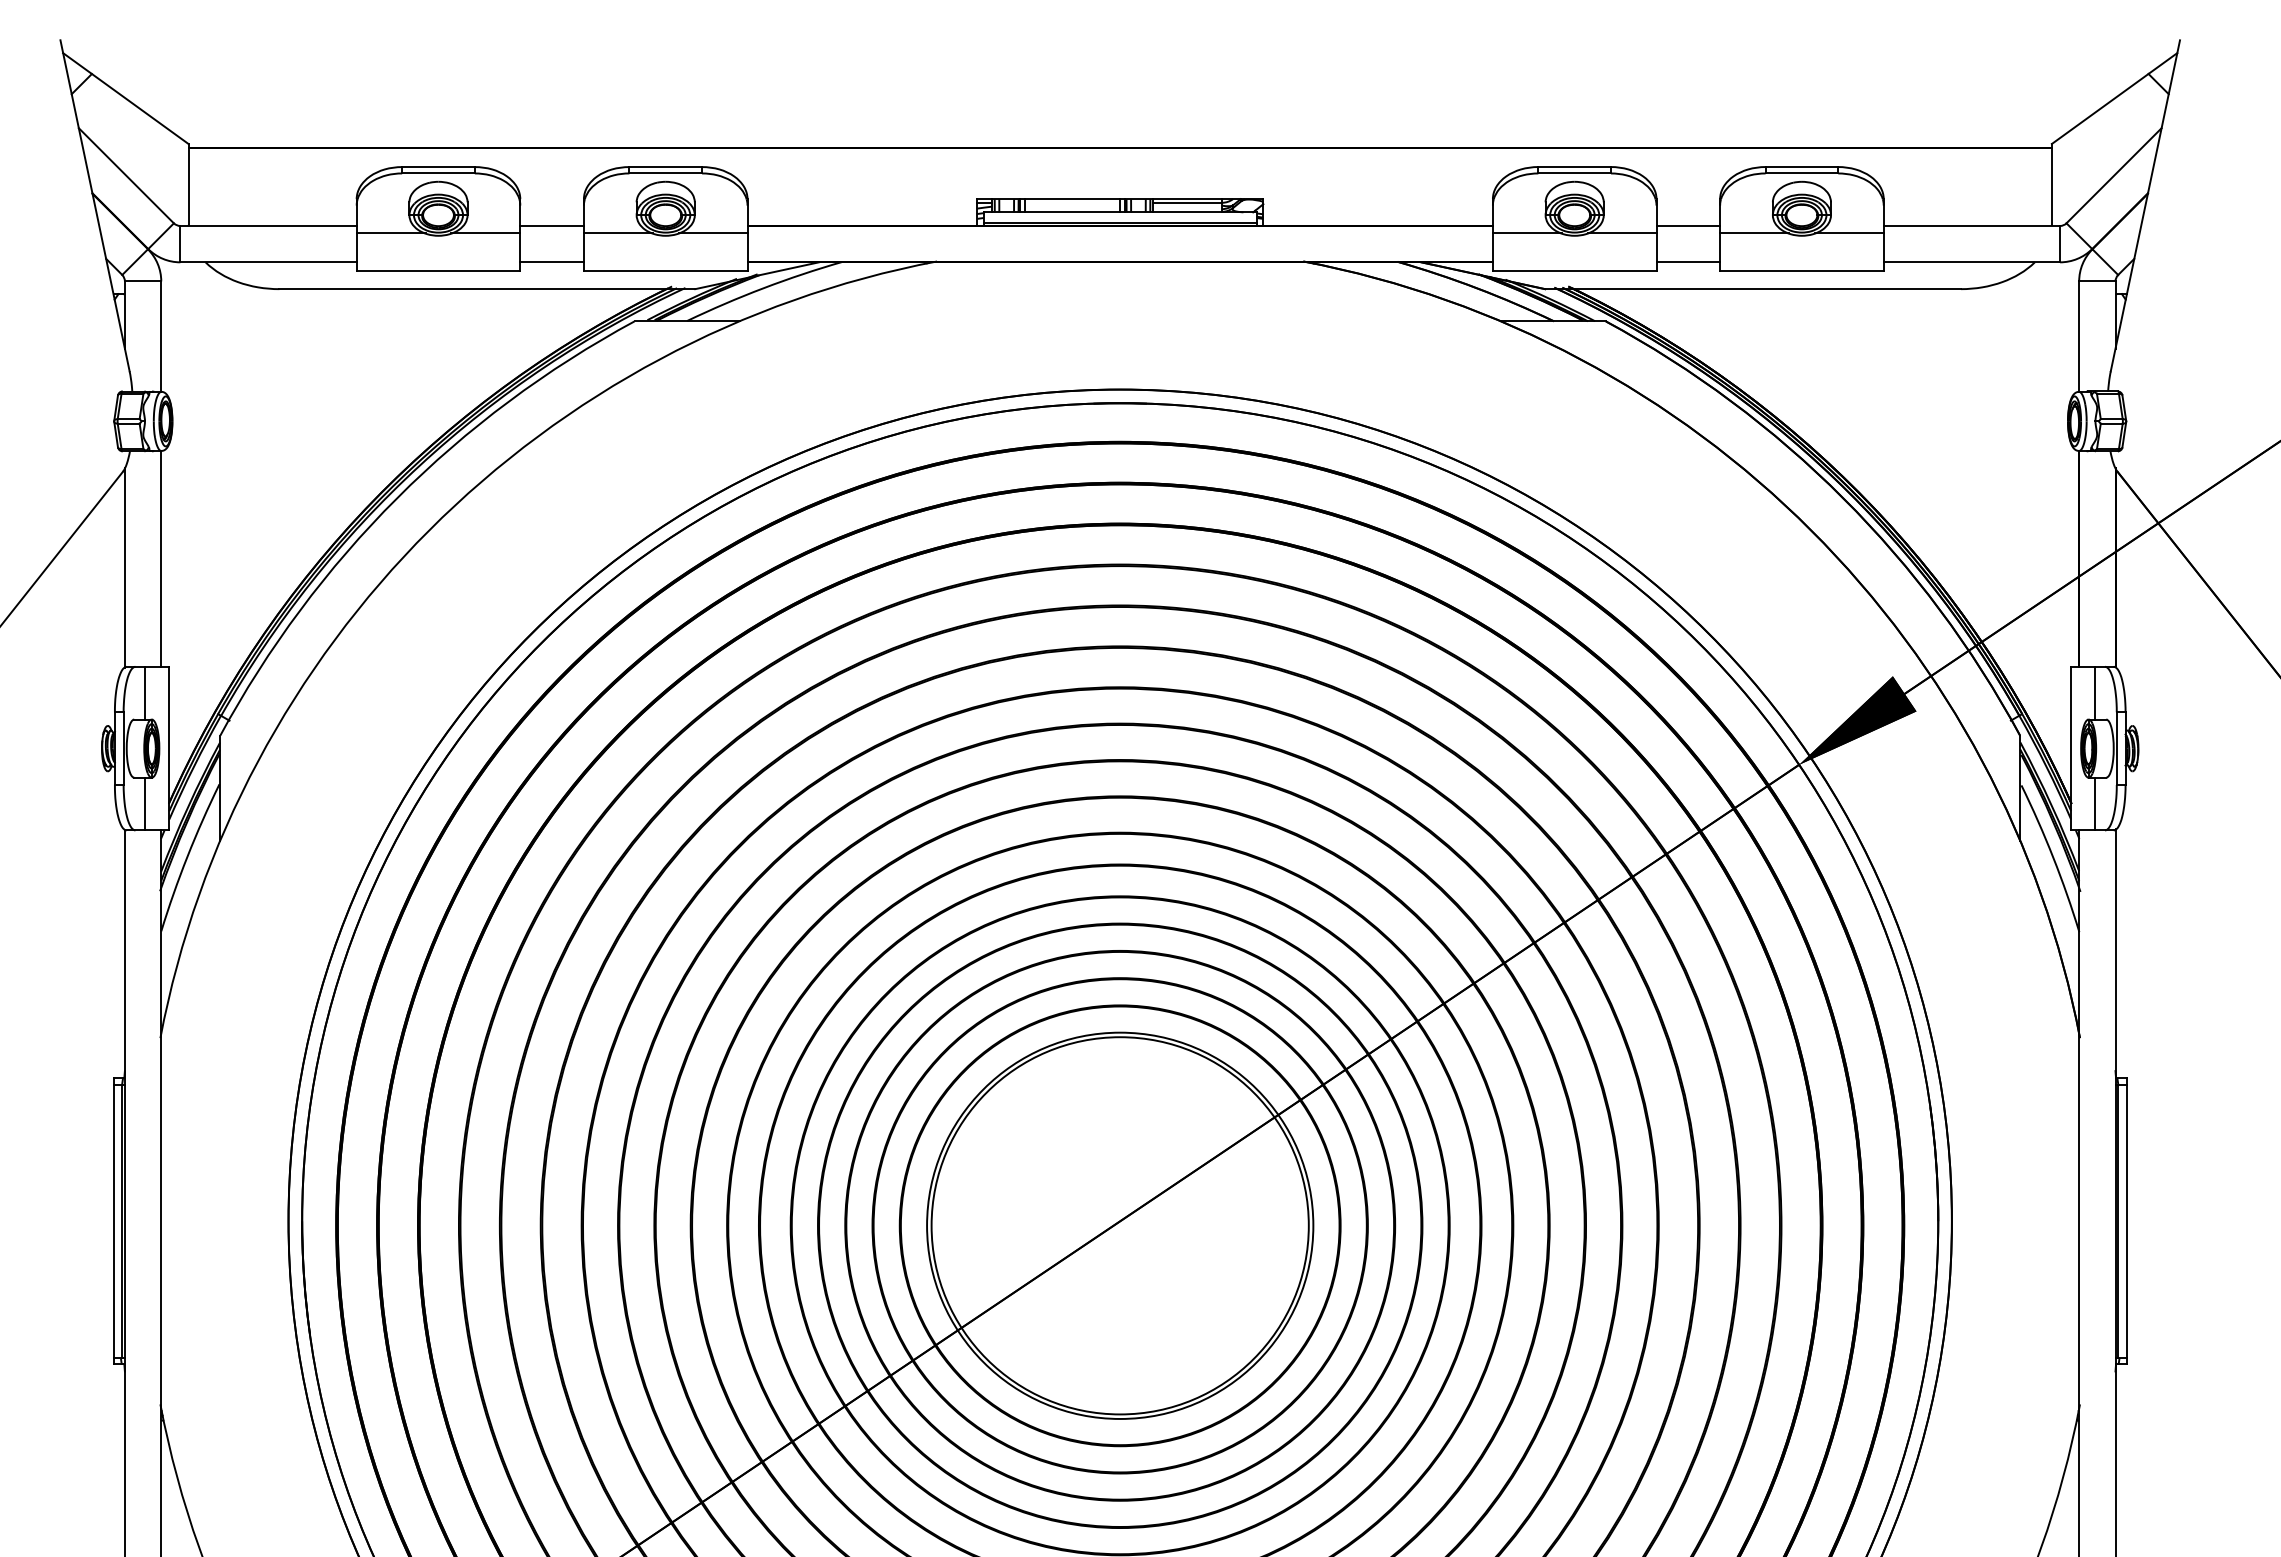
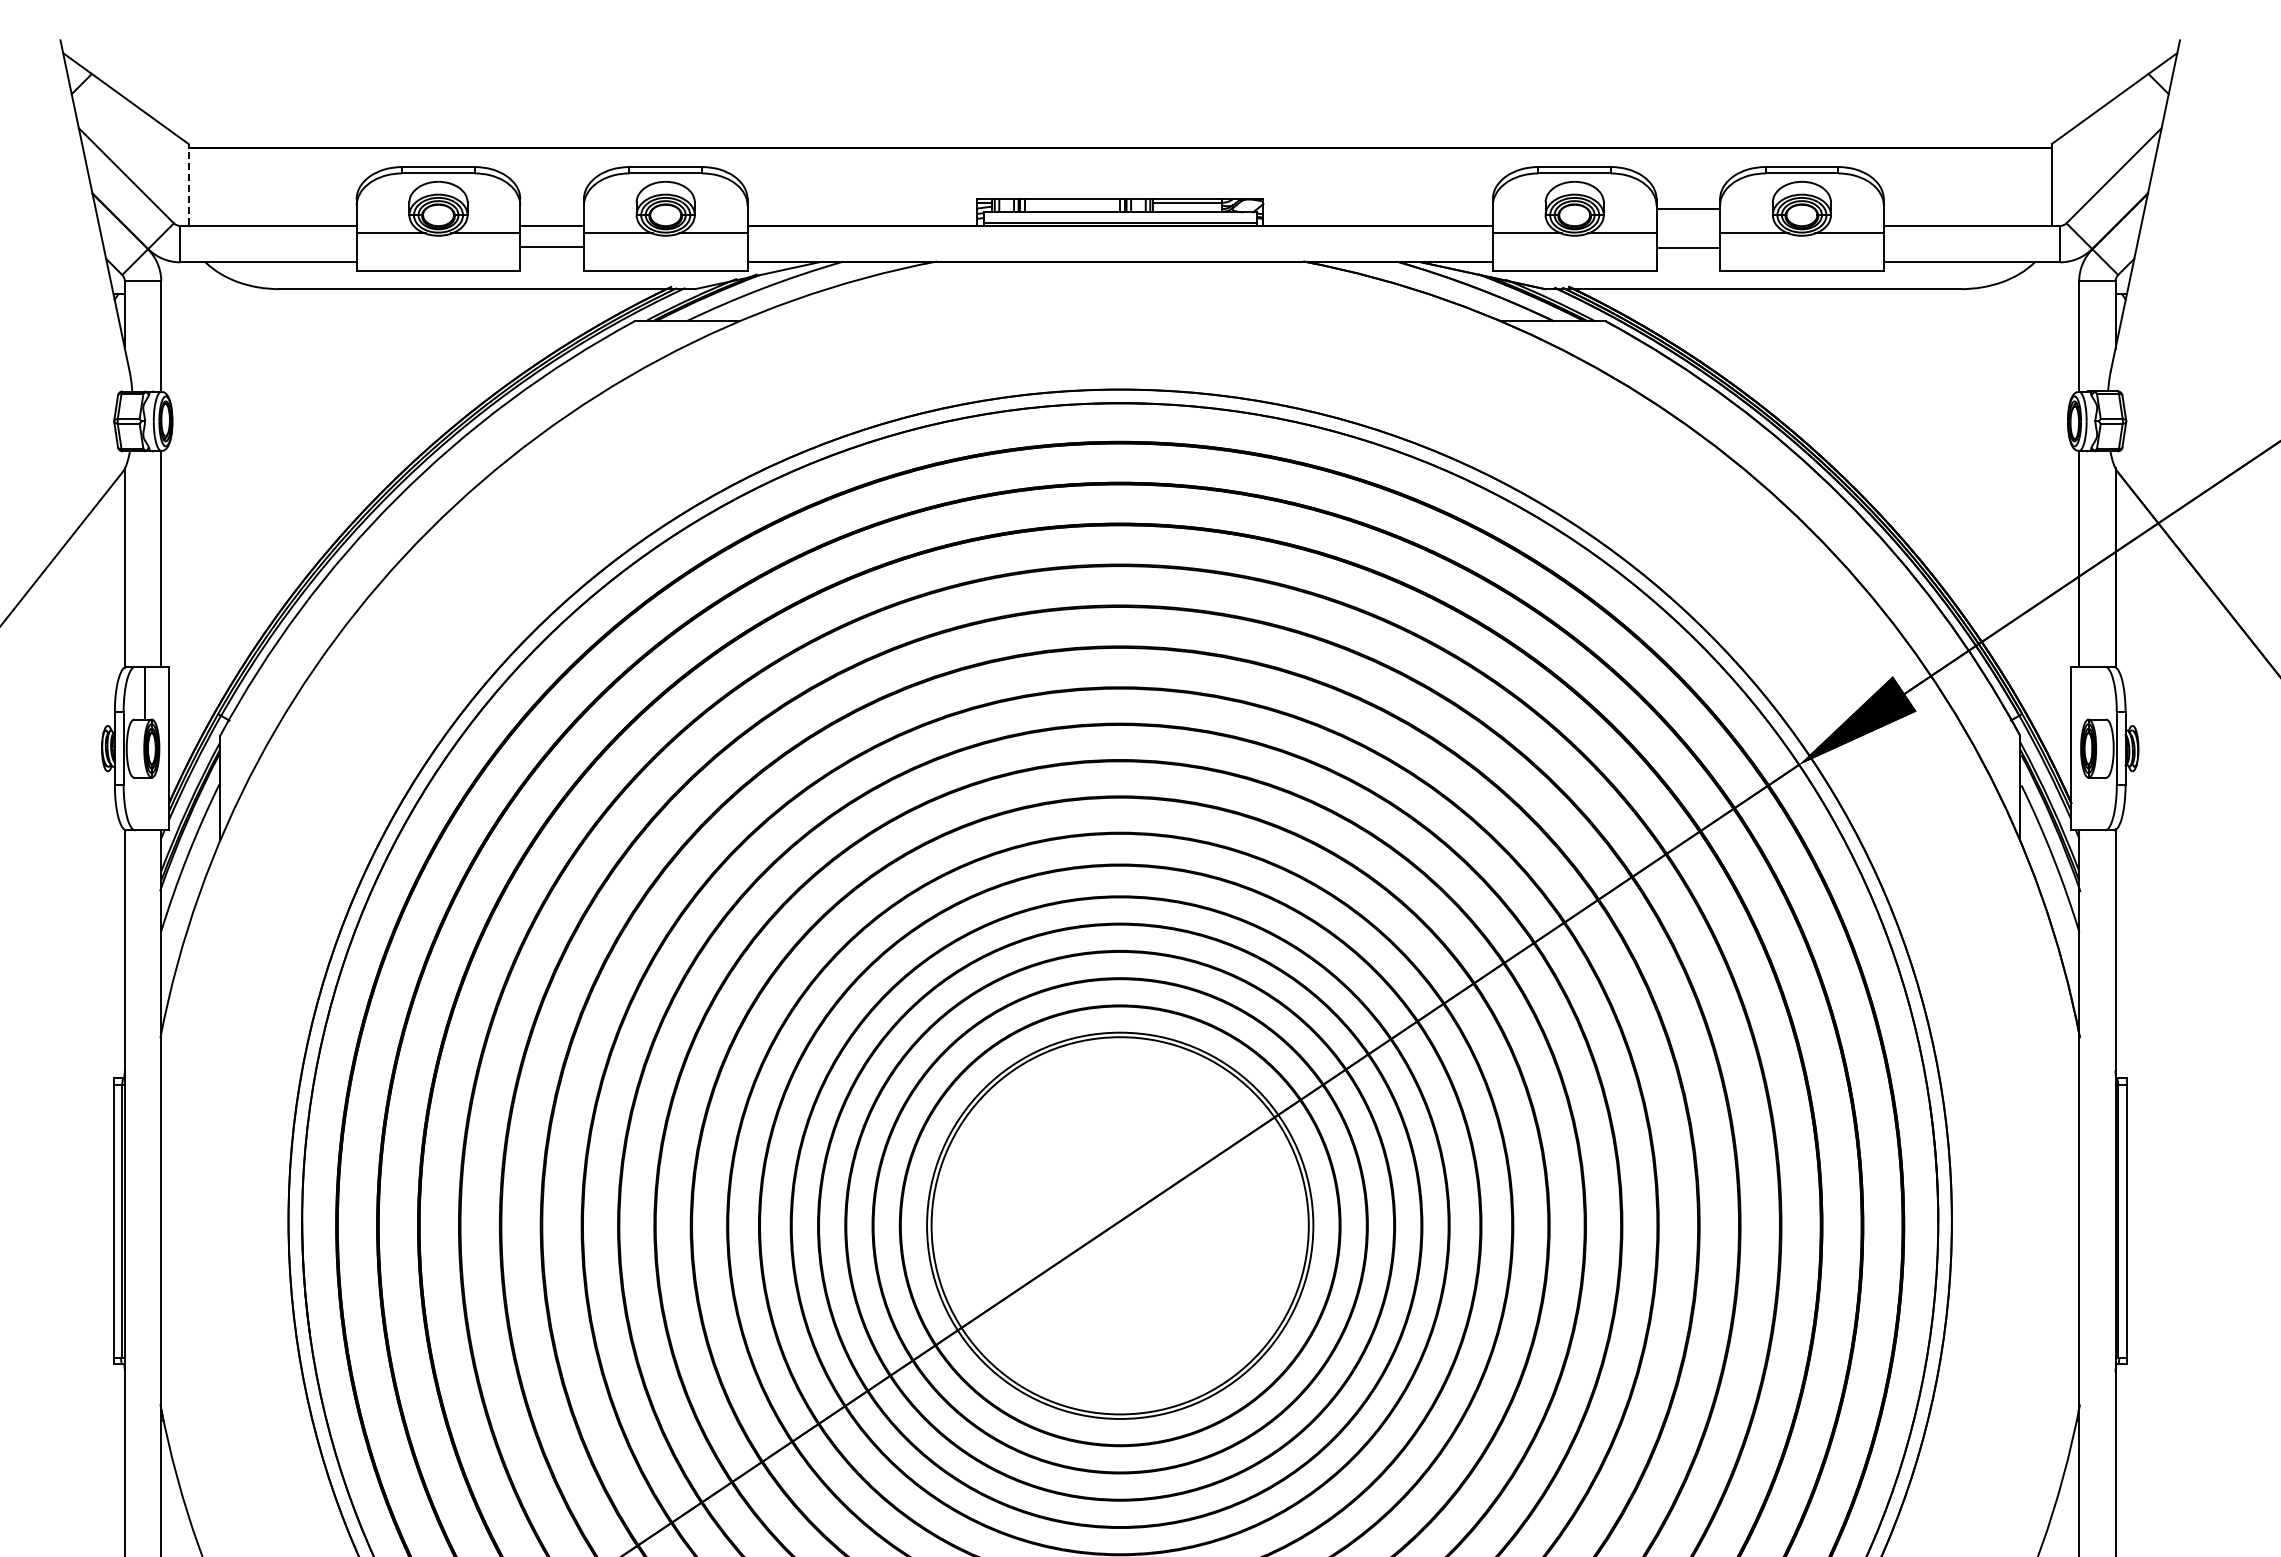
line at (188, 183): solid -> dashed
line at (1688, 225) position: (1688, 225) -> (1688, 208)
line at (551, 262) position: (551, 262) -> (551, 247)
line at (1688, 262) position: (1688, 262) -> (1688, 248)
line at (2094, 692): present -> none
line at (145, 803): present -> none
line at (2094, 803): present -> none
